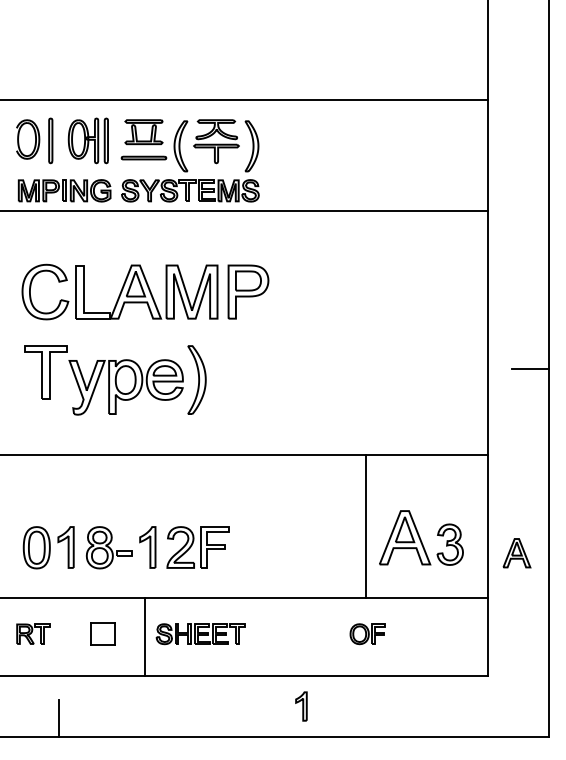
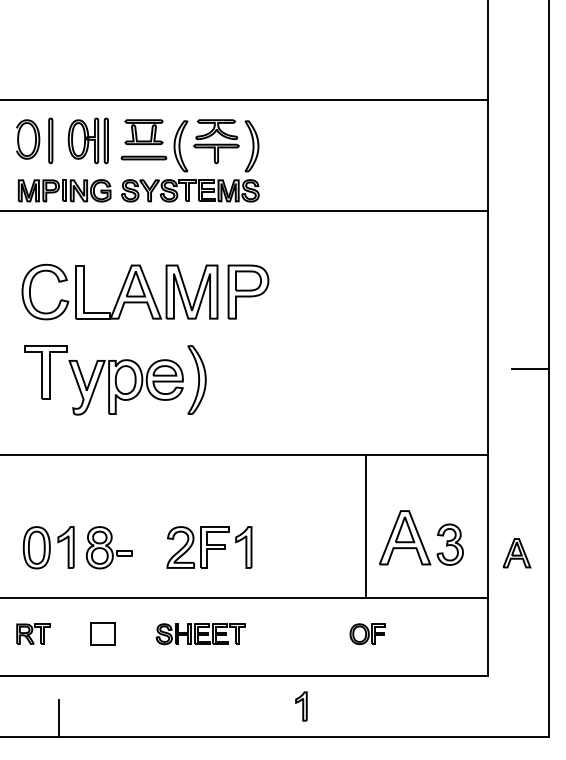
part at (147, 547) position: (147, 547) -> (243, 547)
line at (144, 636): present -> none
